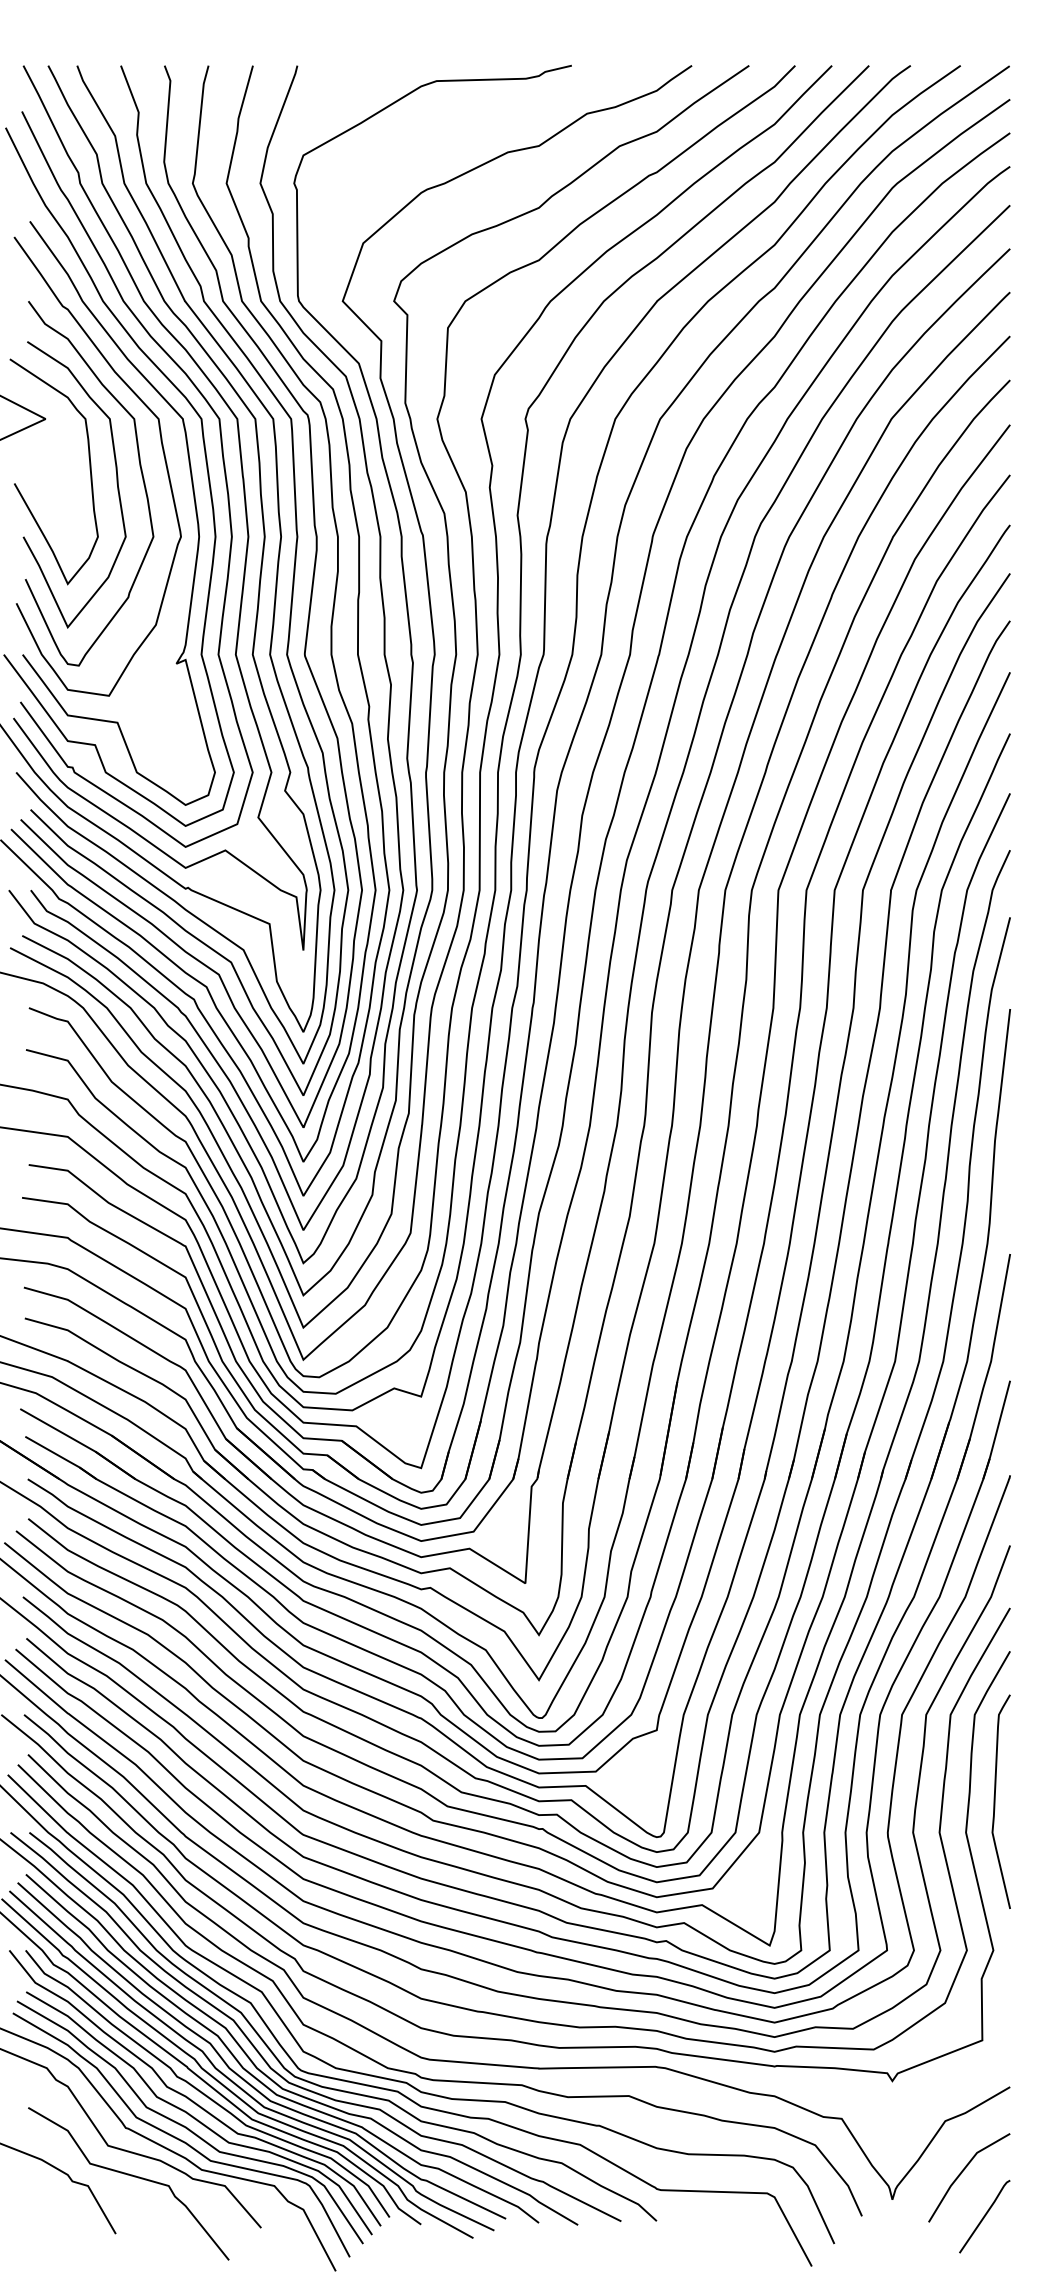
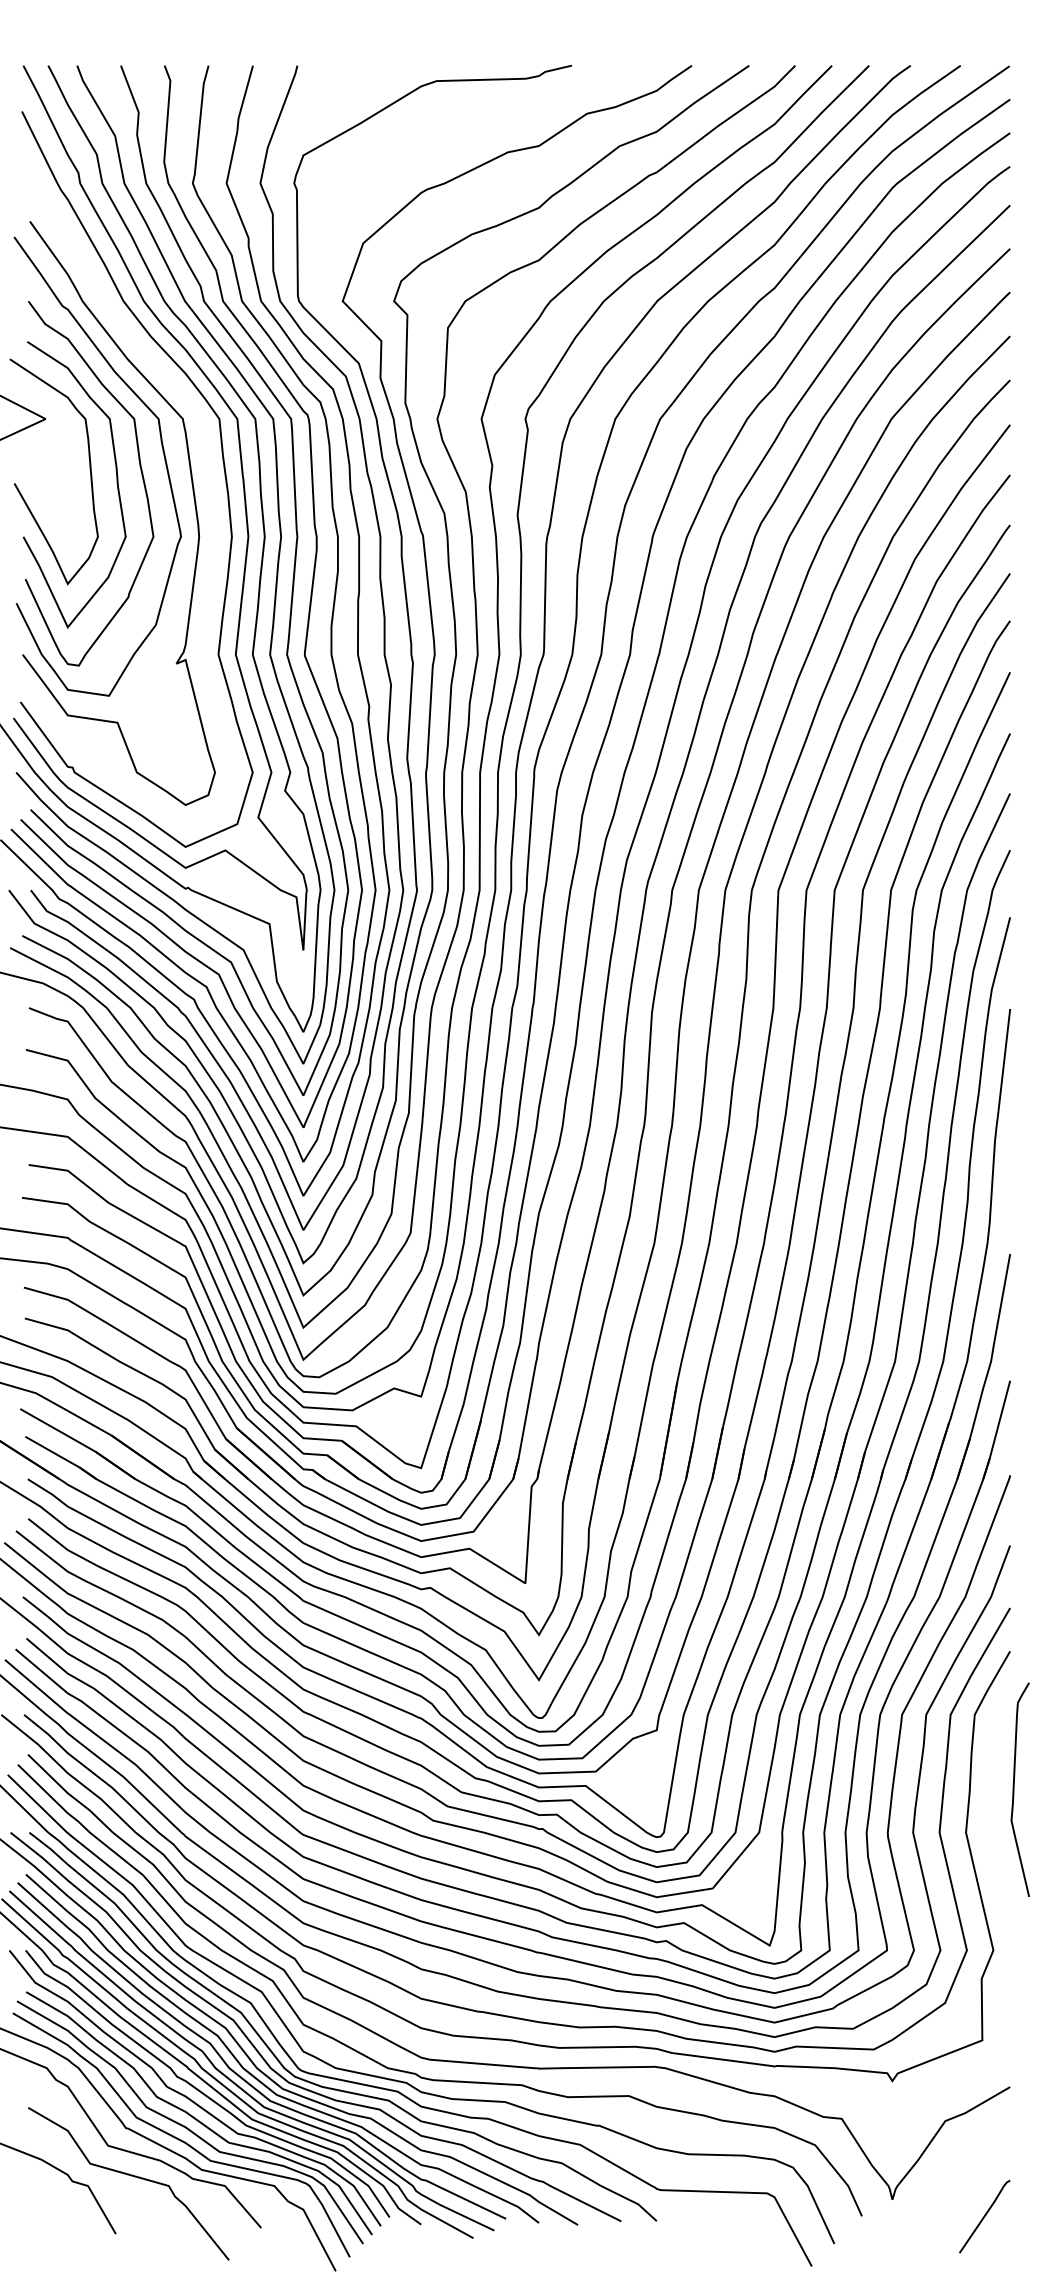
curve at (205, 462): present -> none
curve at (995, 1801) position: (995, 1801) -> (1014, 1789)
line at (963, 2171): present -> none
